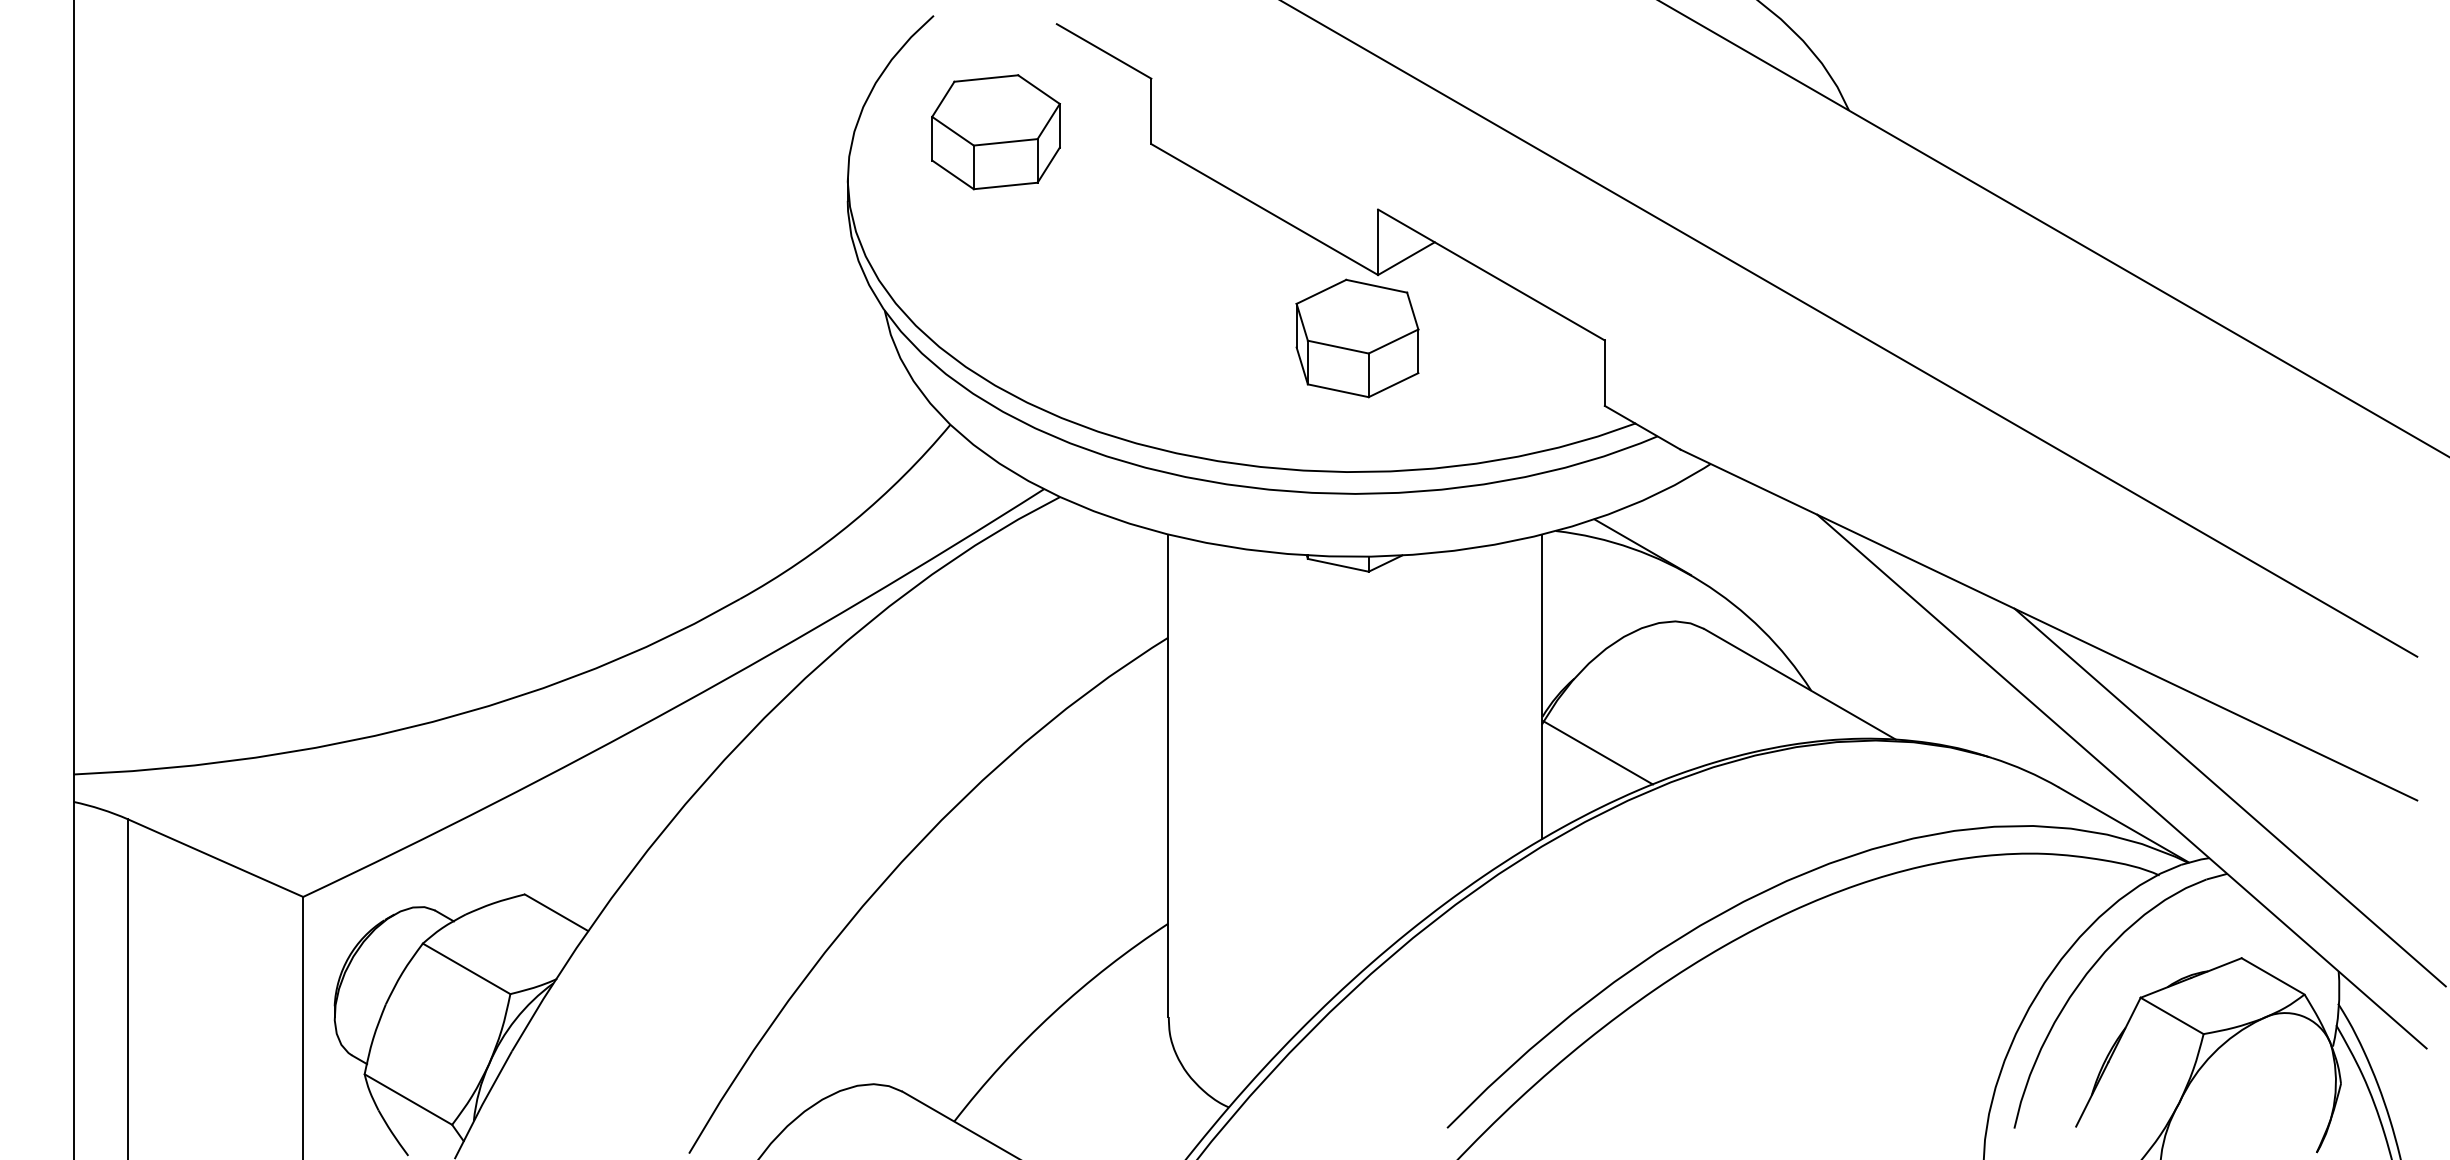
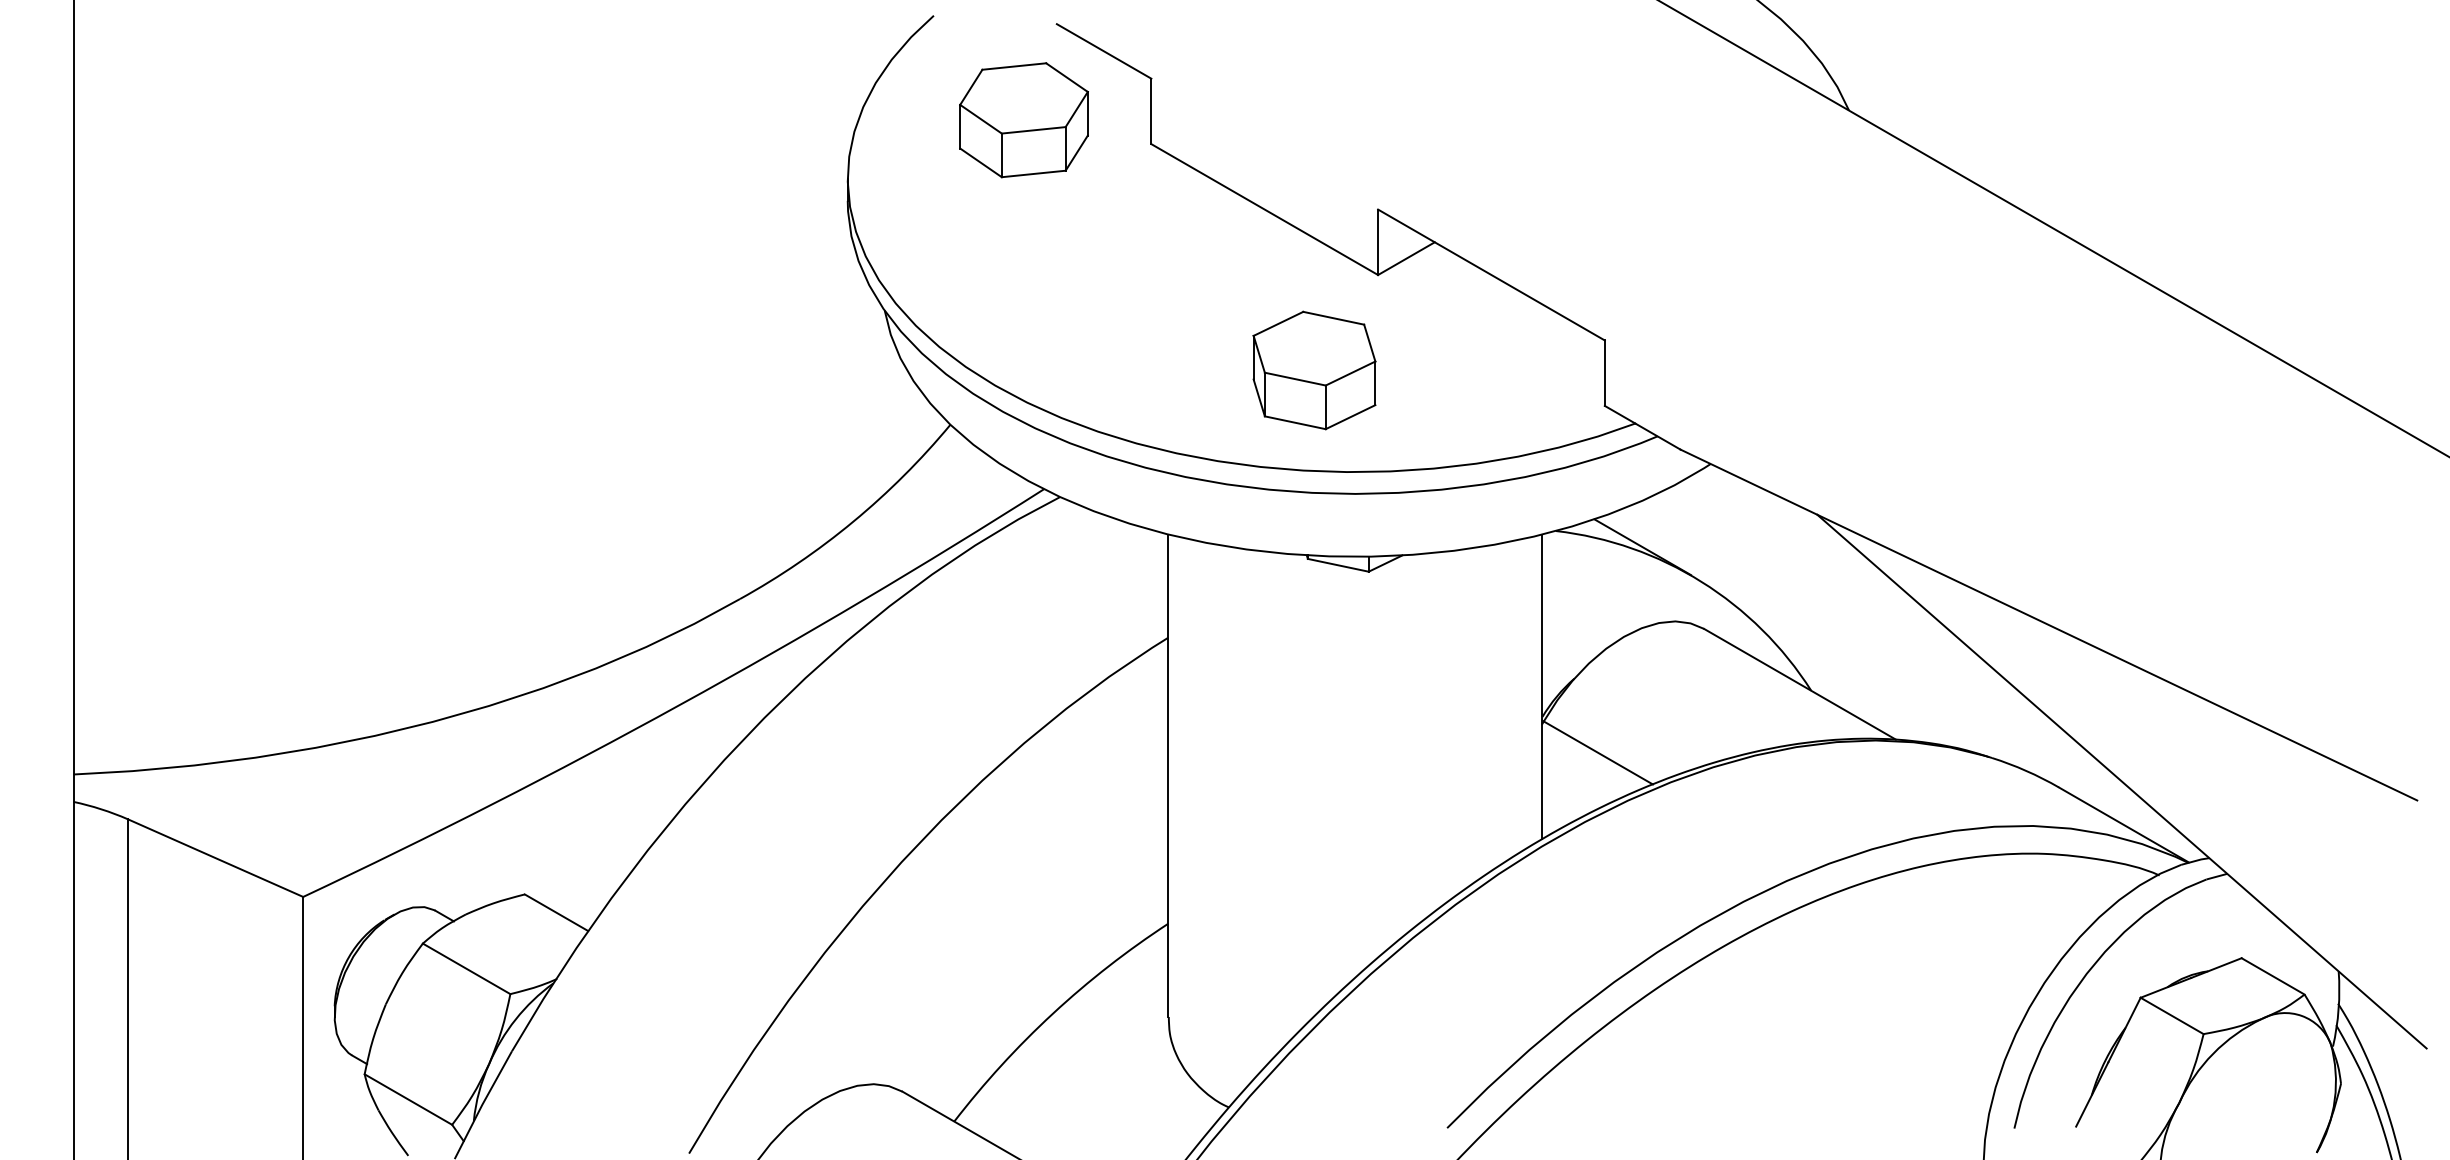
part at (995, 132) position: (995, 132) -> (1023, 120)
line at (1850, 329): present -> none
part at (1357, 338) position: (1357, 338) -> (1314, 370)
line at (2229, 797): present -> none
